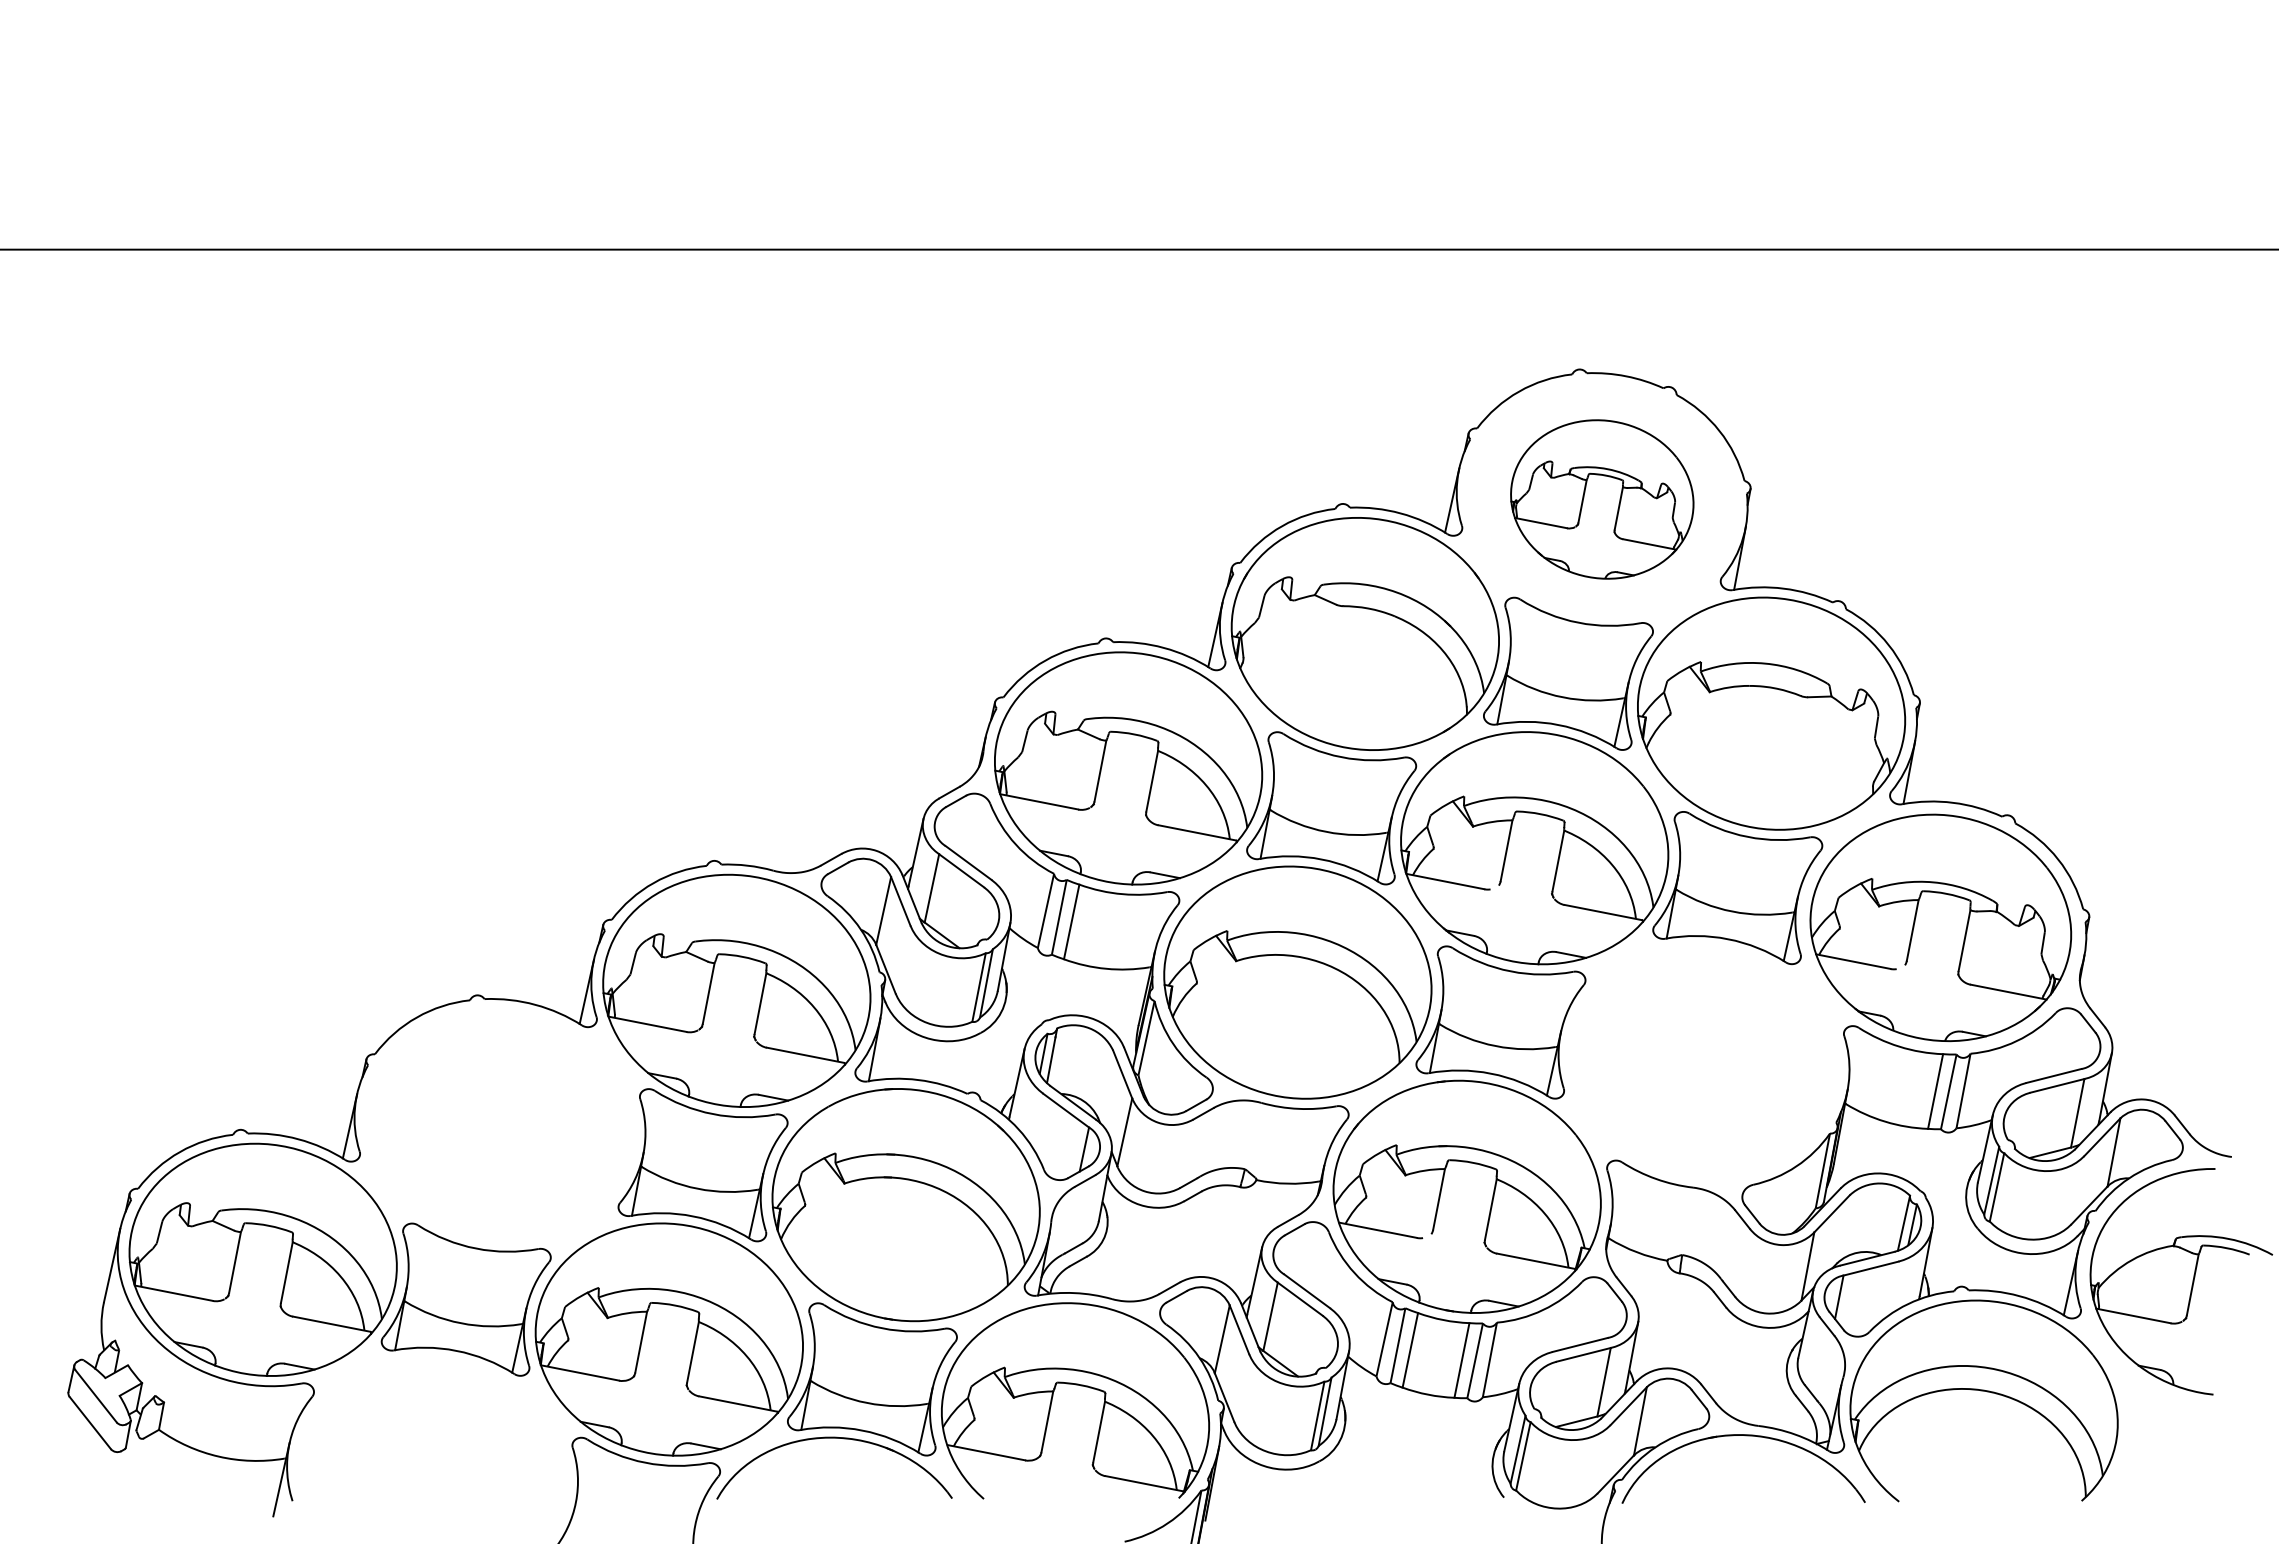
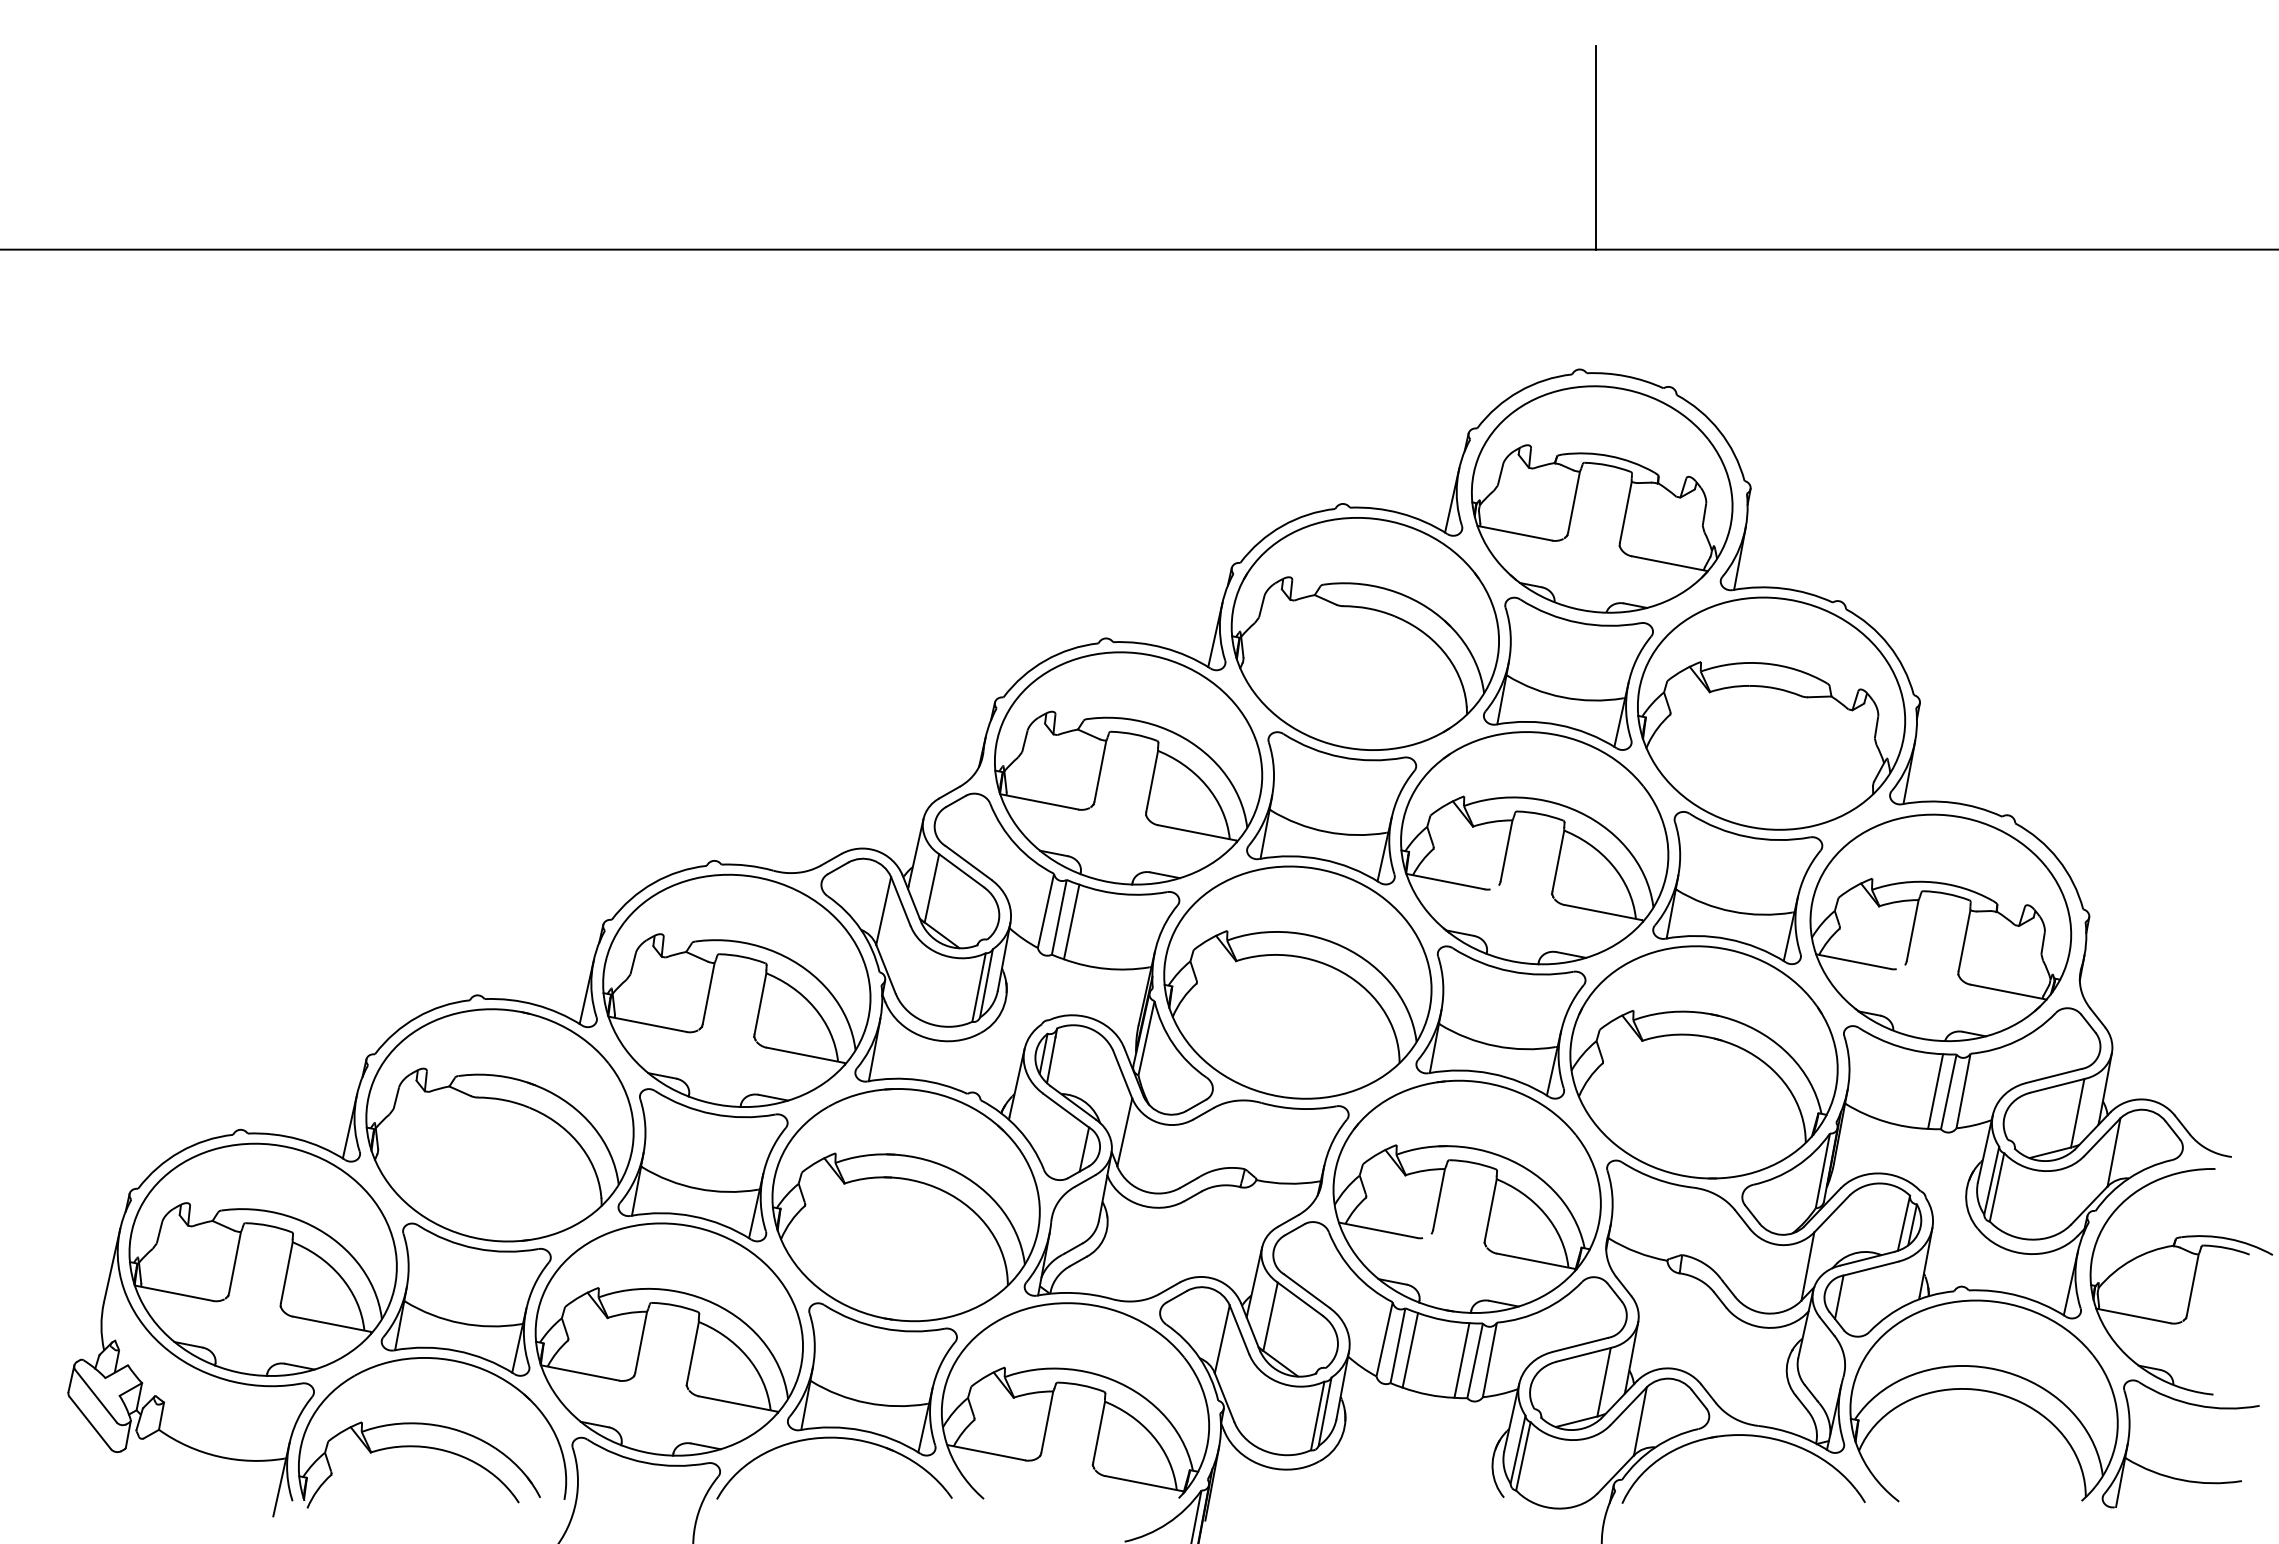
line at (1596, 147): none -> present
part at (1602, 499) size: 185x161 px -> 263x229 px
part at (1703, 1062): none -> present
part at (499, 1125): none -> present
part at (435, 1426): none -> present
part at (2168, 1475): none -> present
